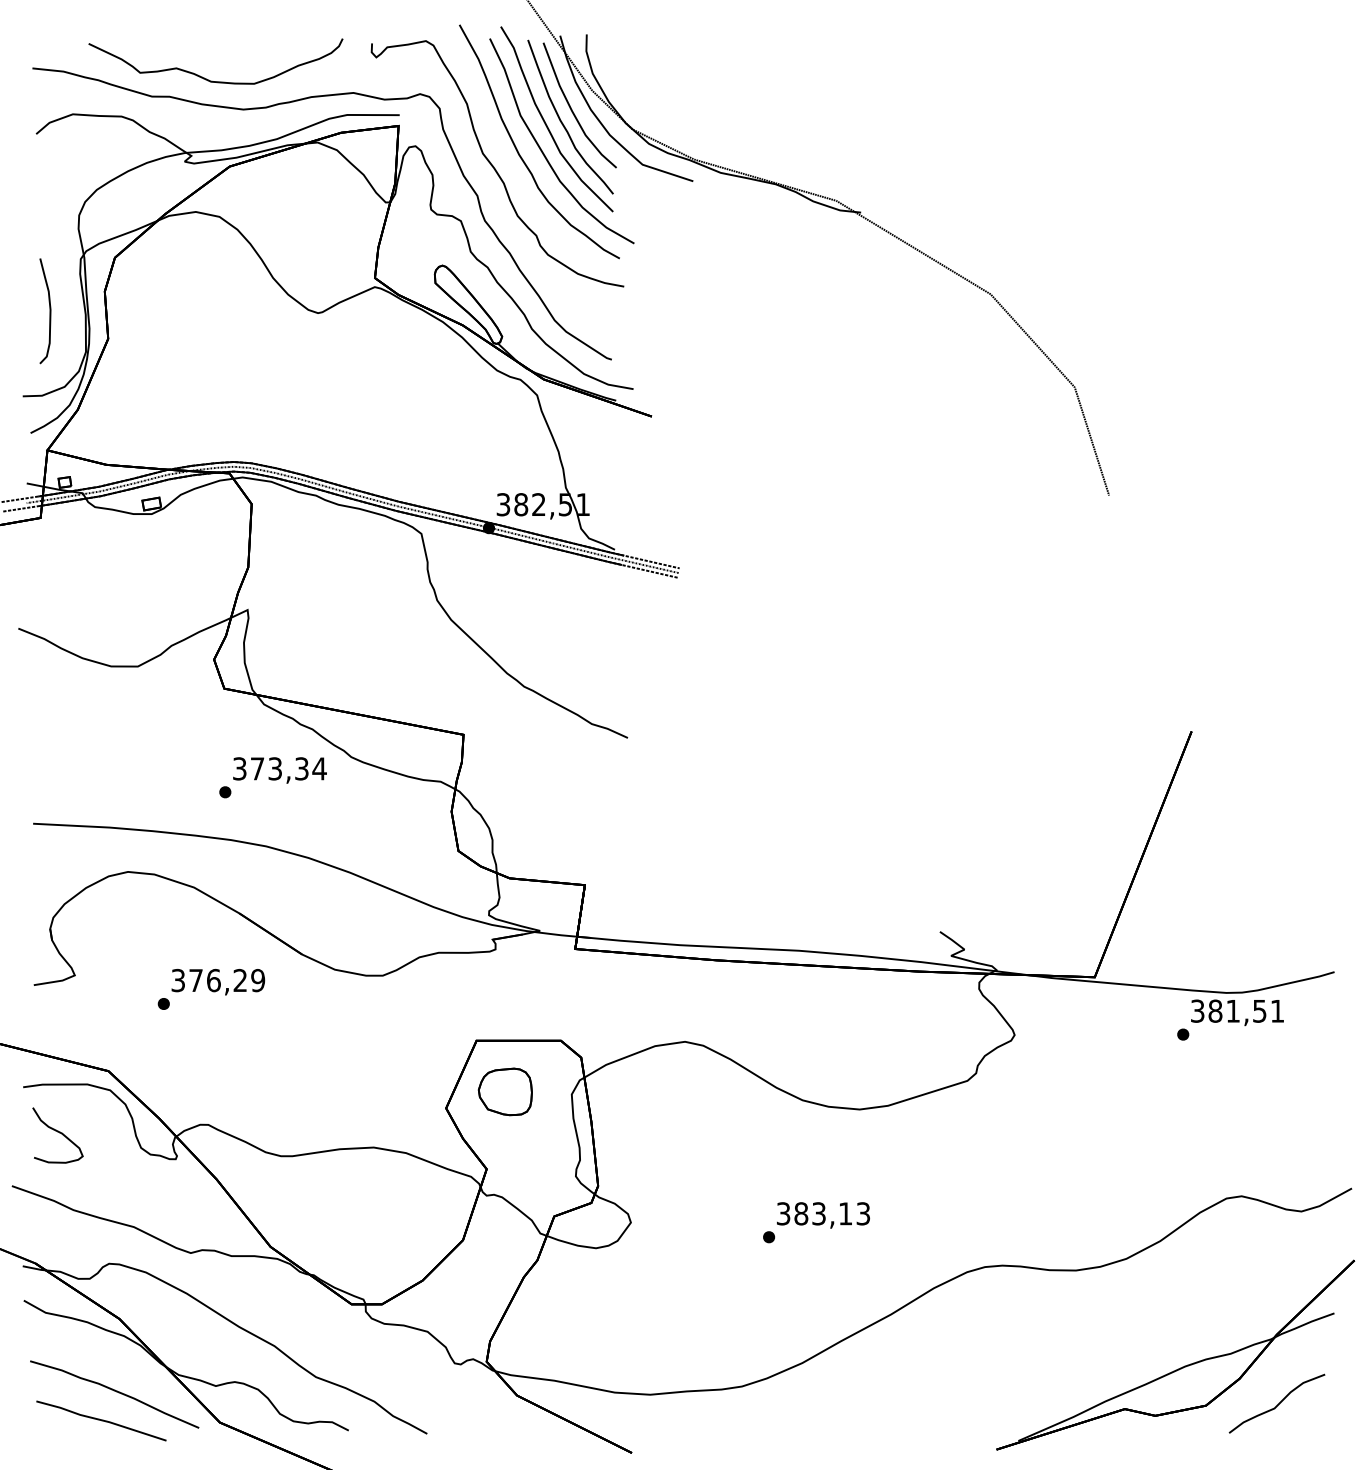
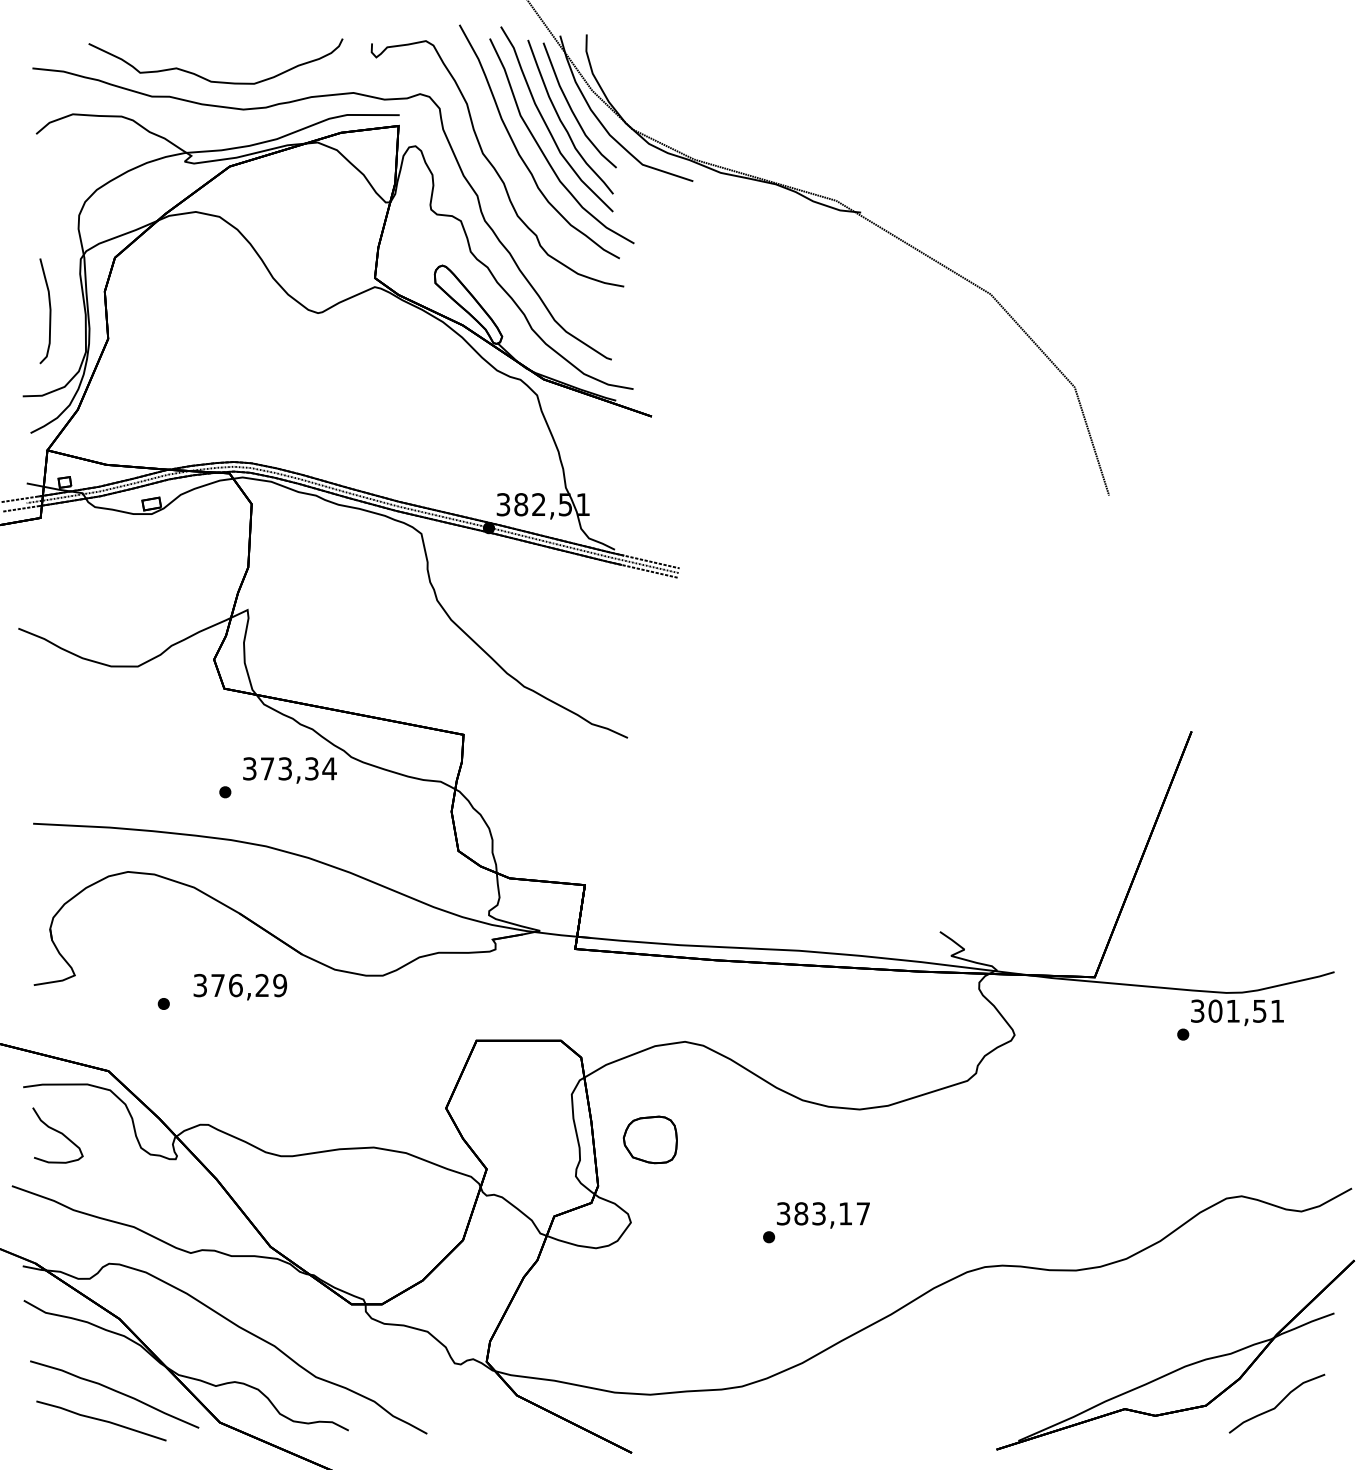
text at (279, 770) position: (279, 770) -> (289, 770)
text at (218, 982) position: (218, 982) -> (240, 987)
text at (1215, 1011): 381,51 -> 301,51
part at (504, 1091) position: (504, 1091) -> (649, 1139)
text at (863, 1213): 383,13 -> 383,17
